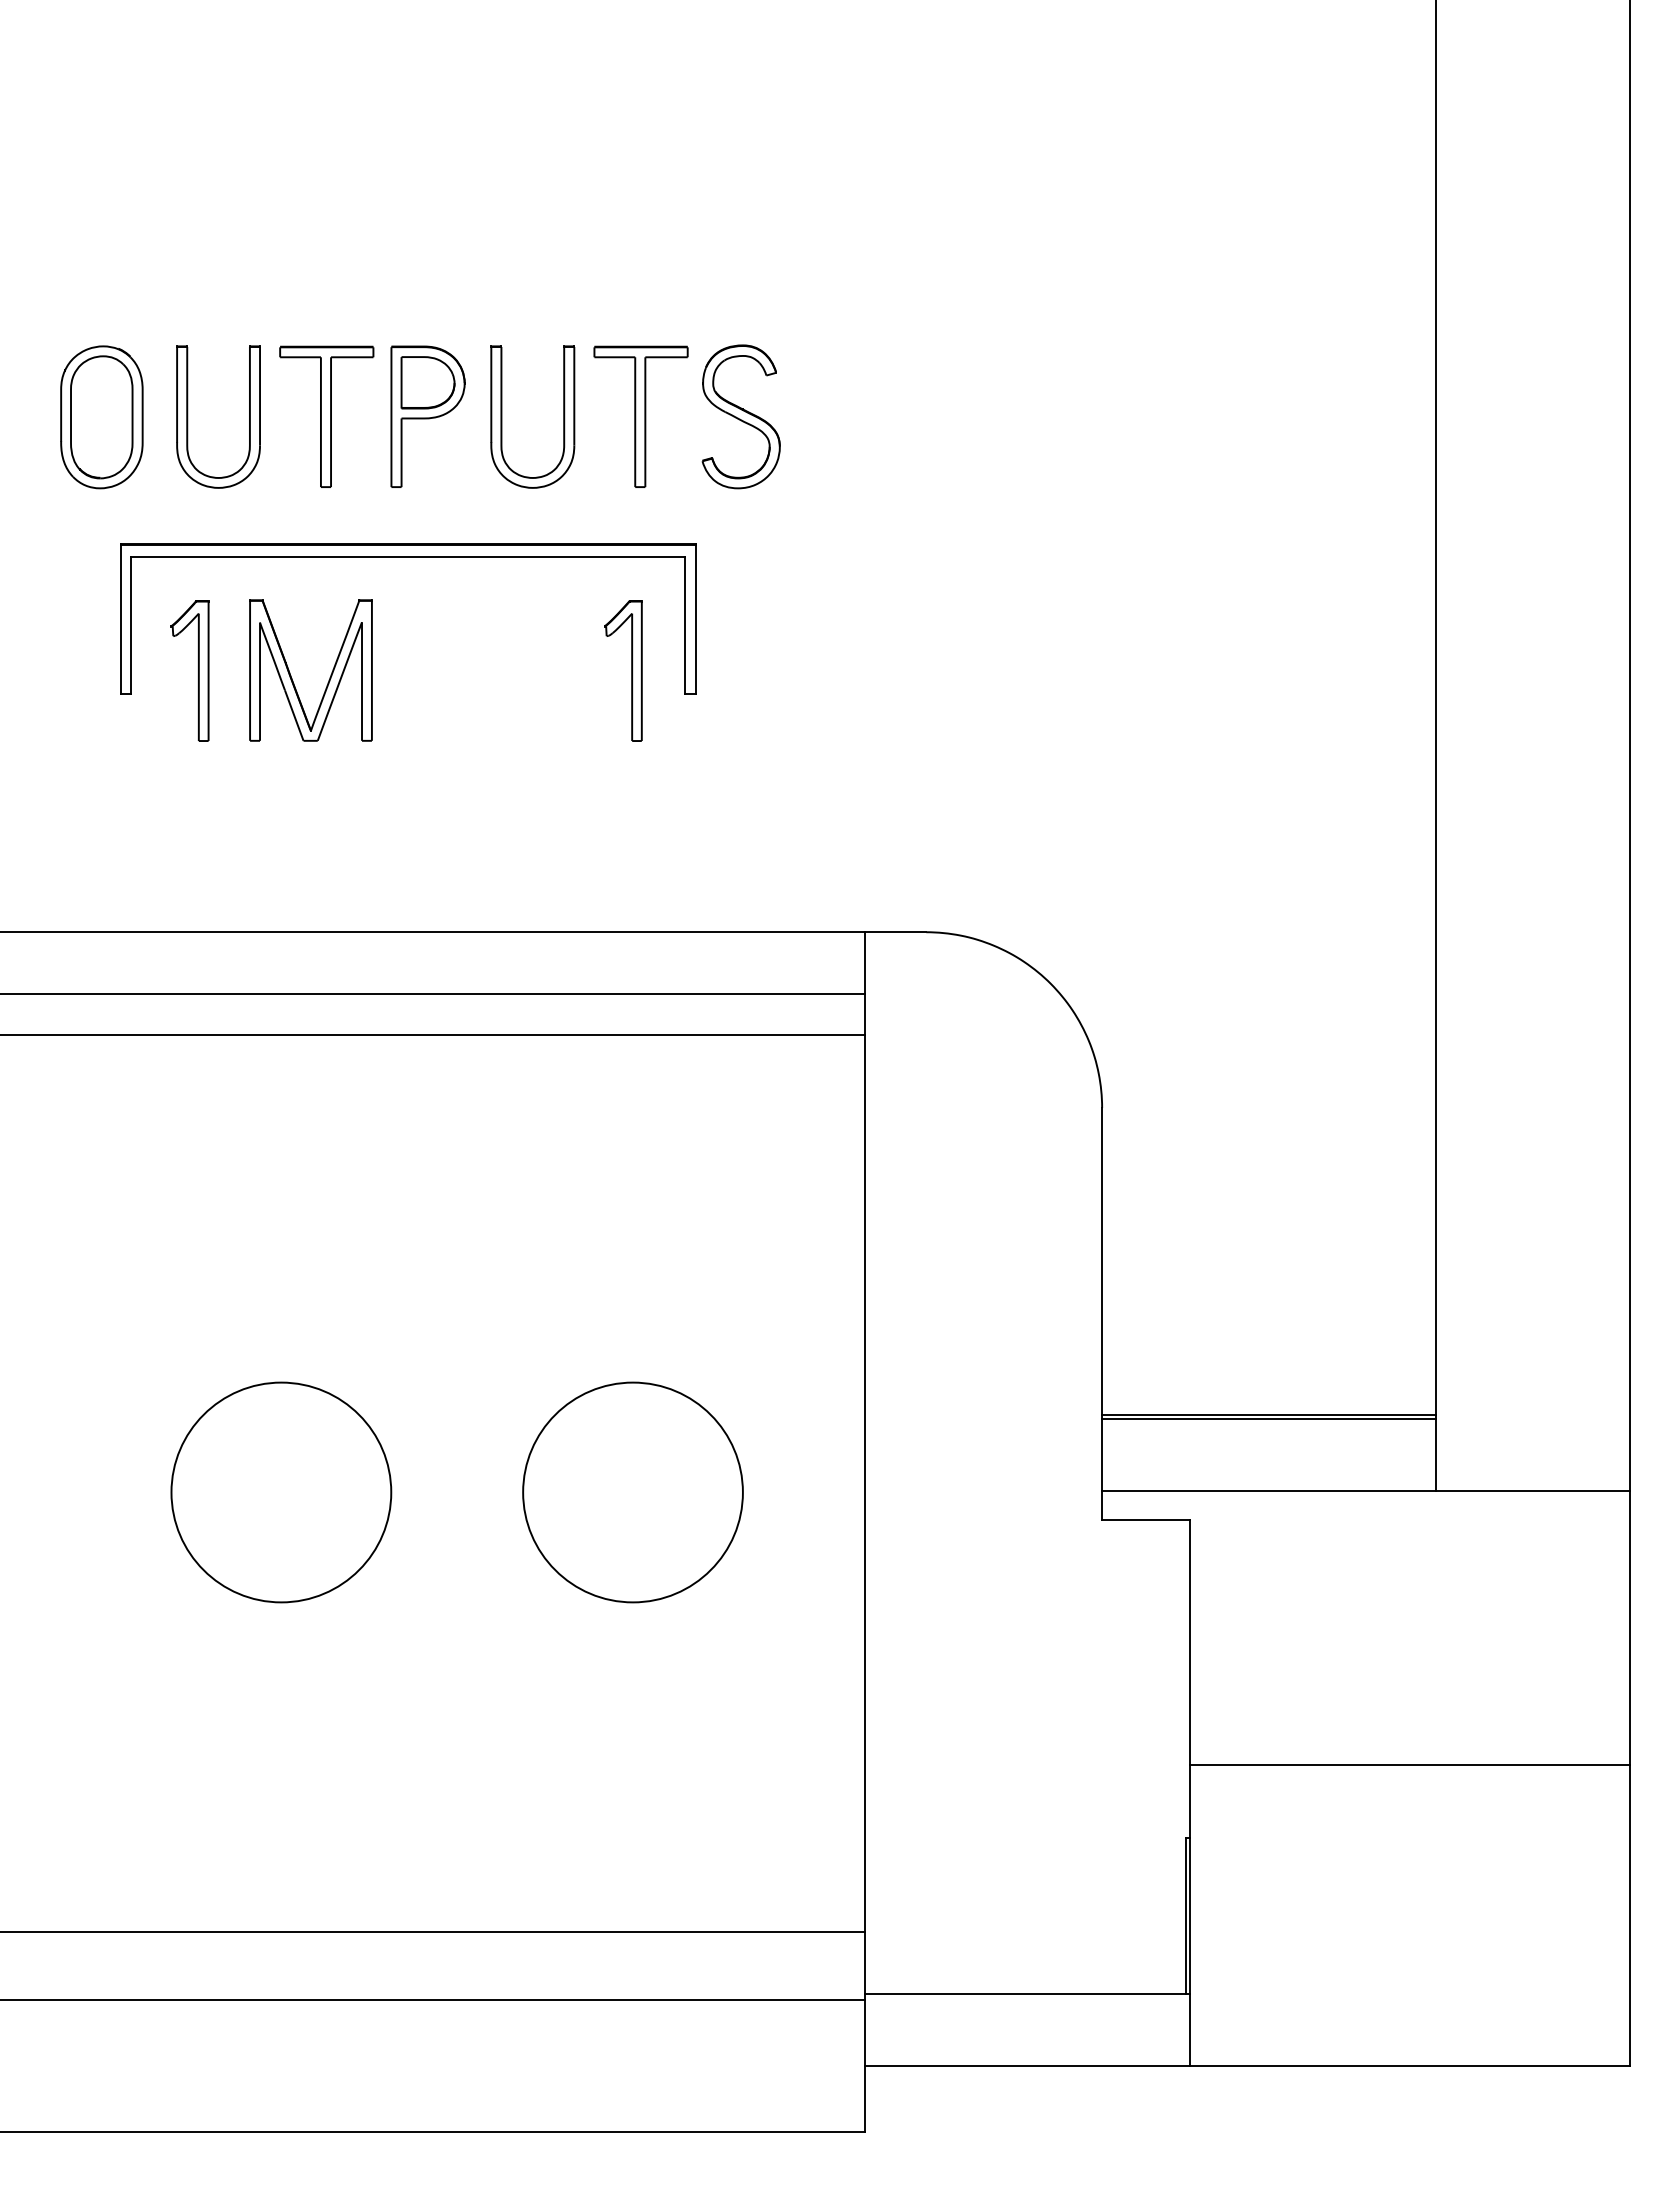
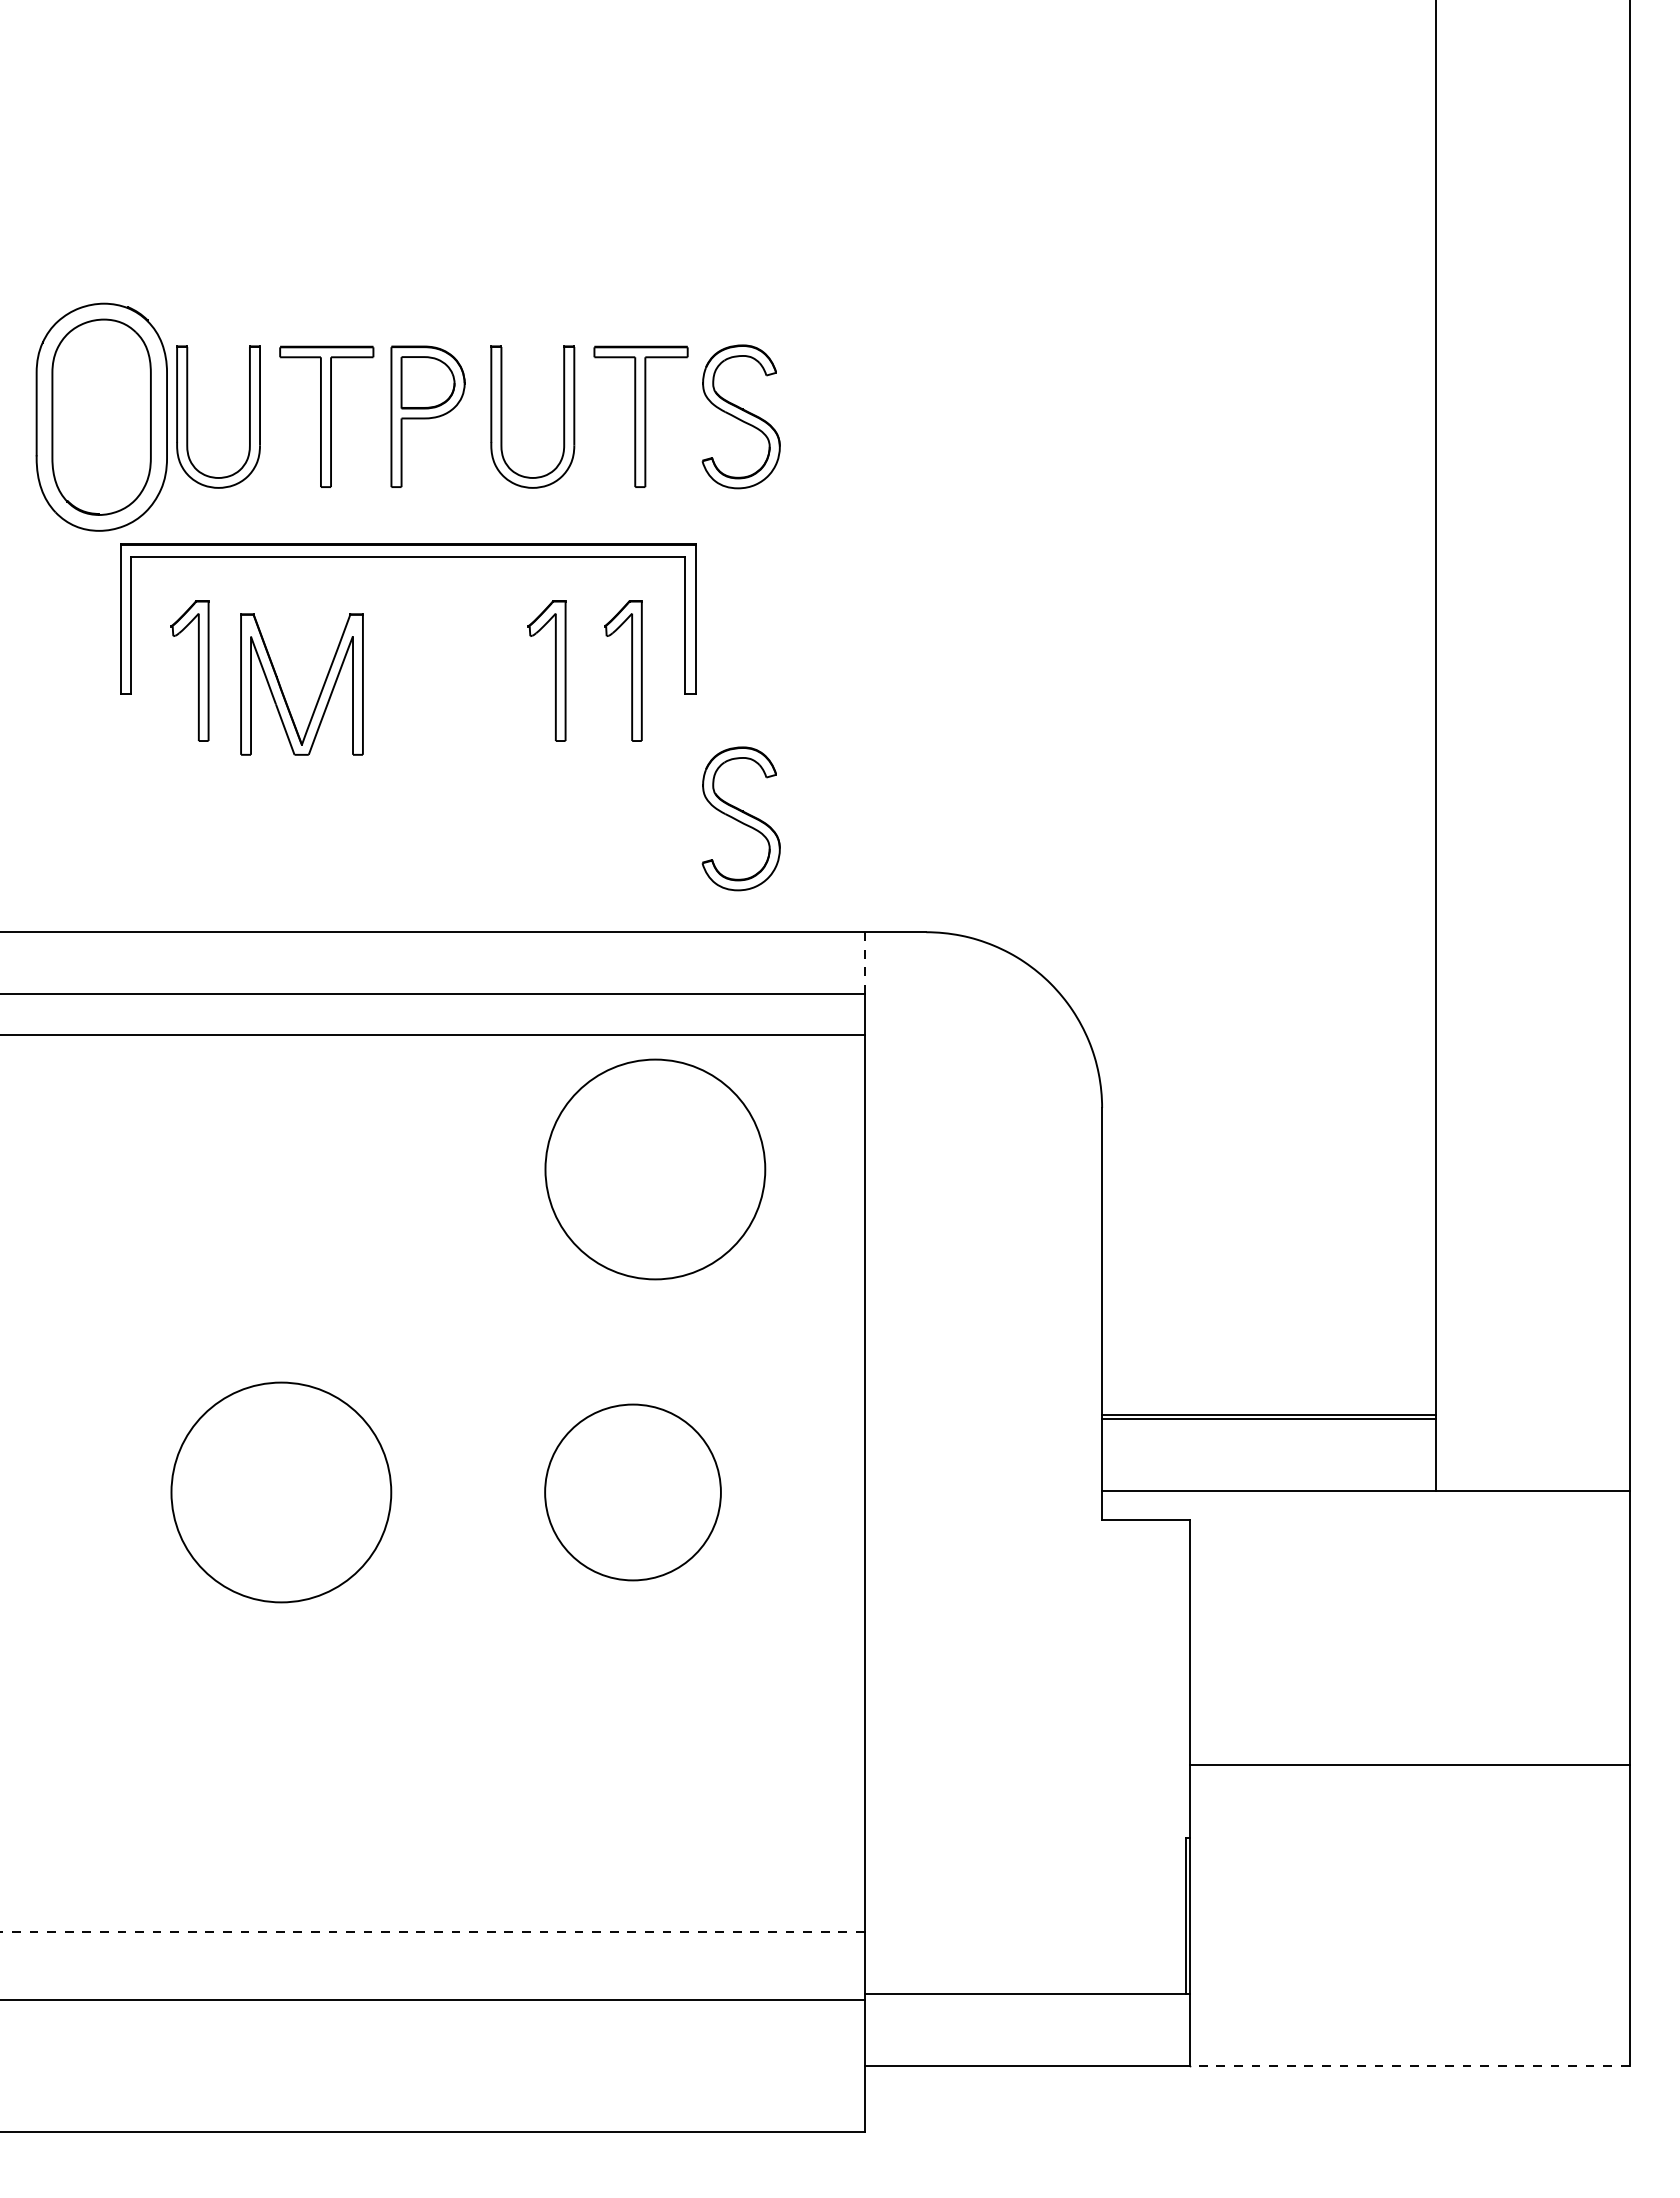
part at (101, 417) size: 84x145 px -> 133x230 px
part at (554, 670): none -> present
part at (291, 675) position: (291, 675) -> (282, 689)
part at (740, 818): none -> present
line at (864, 962): solid -> dashed
circle at (655, 1169): none -> present
circle at (632, 1492) diameter: 220 px -> 176 px
line at (432, 1932): solid -> dashed
line at (1409, 2066): solid -> dashed
